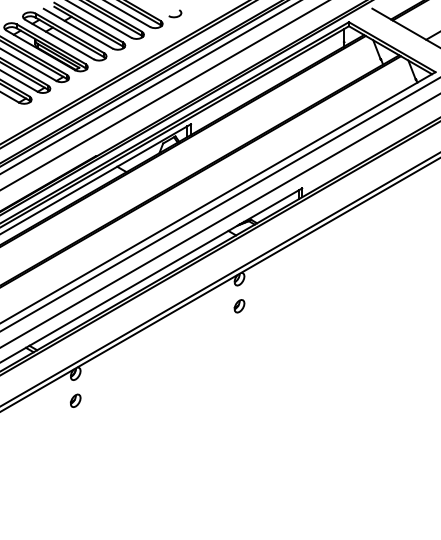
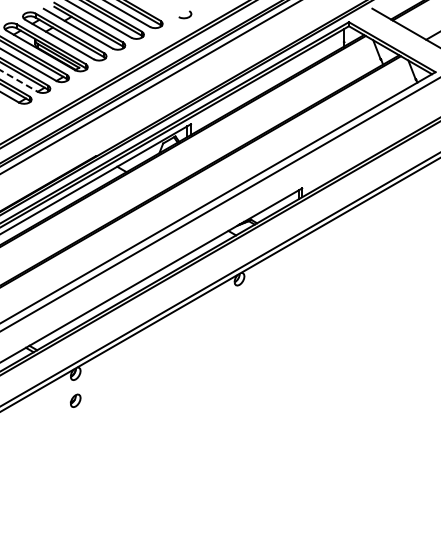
curve at (177, 15) position: (177, 15) -> (187, 16)
line at (19, 81): solid -> dashed
line at (164, 95): present -> none
line at (219, 220): present -> none
part at (239, 306): present -> none
